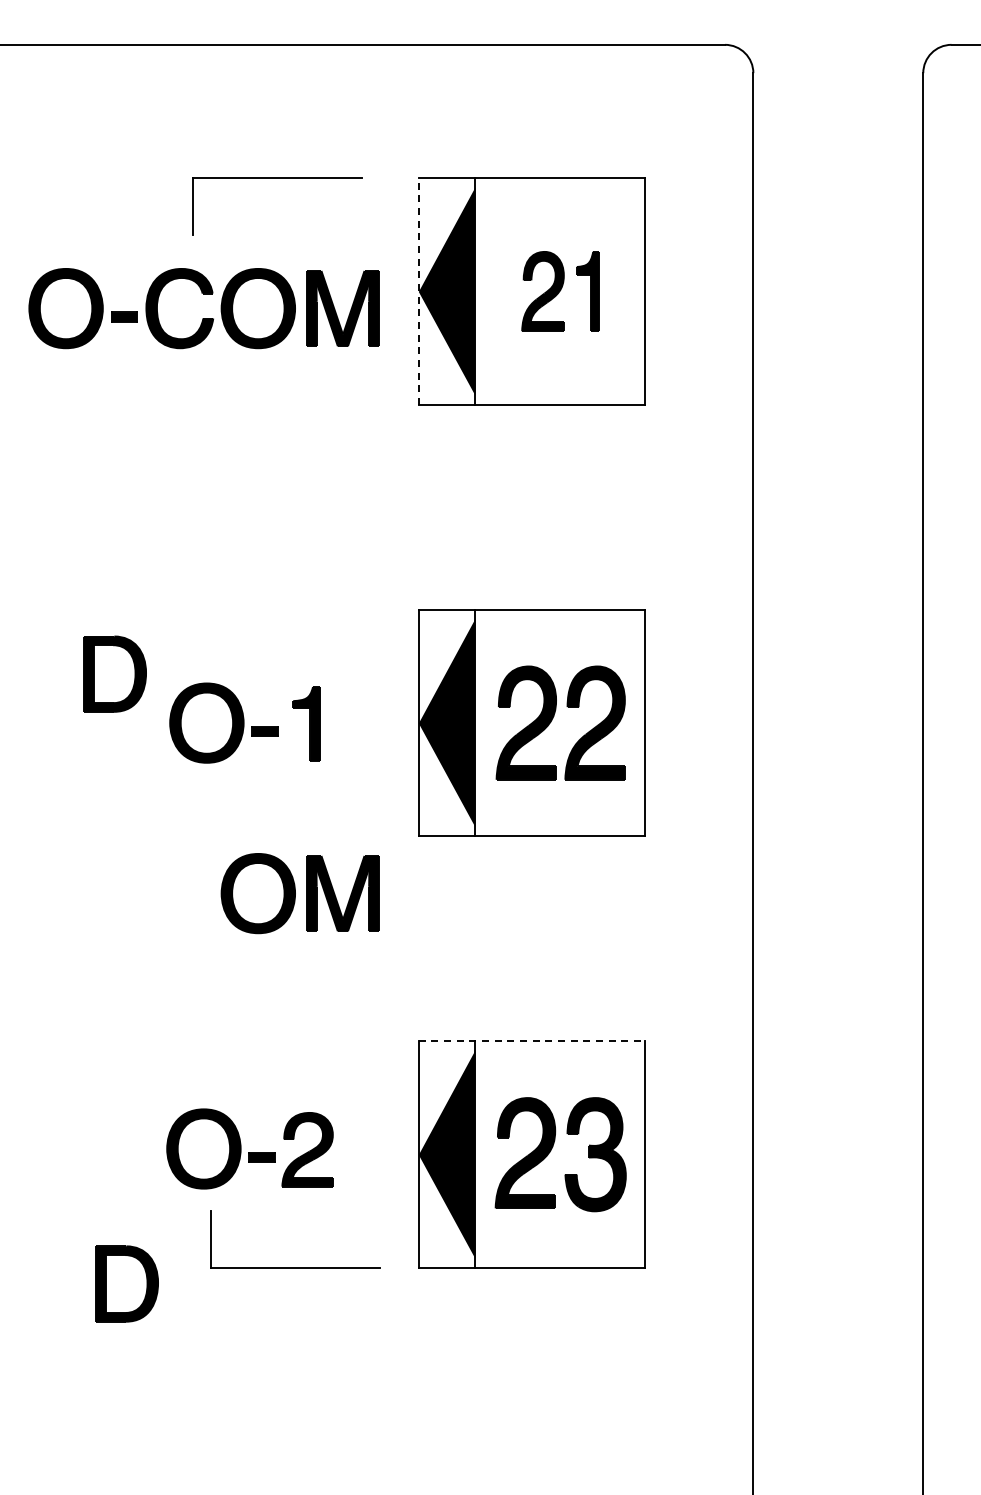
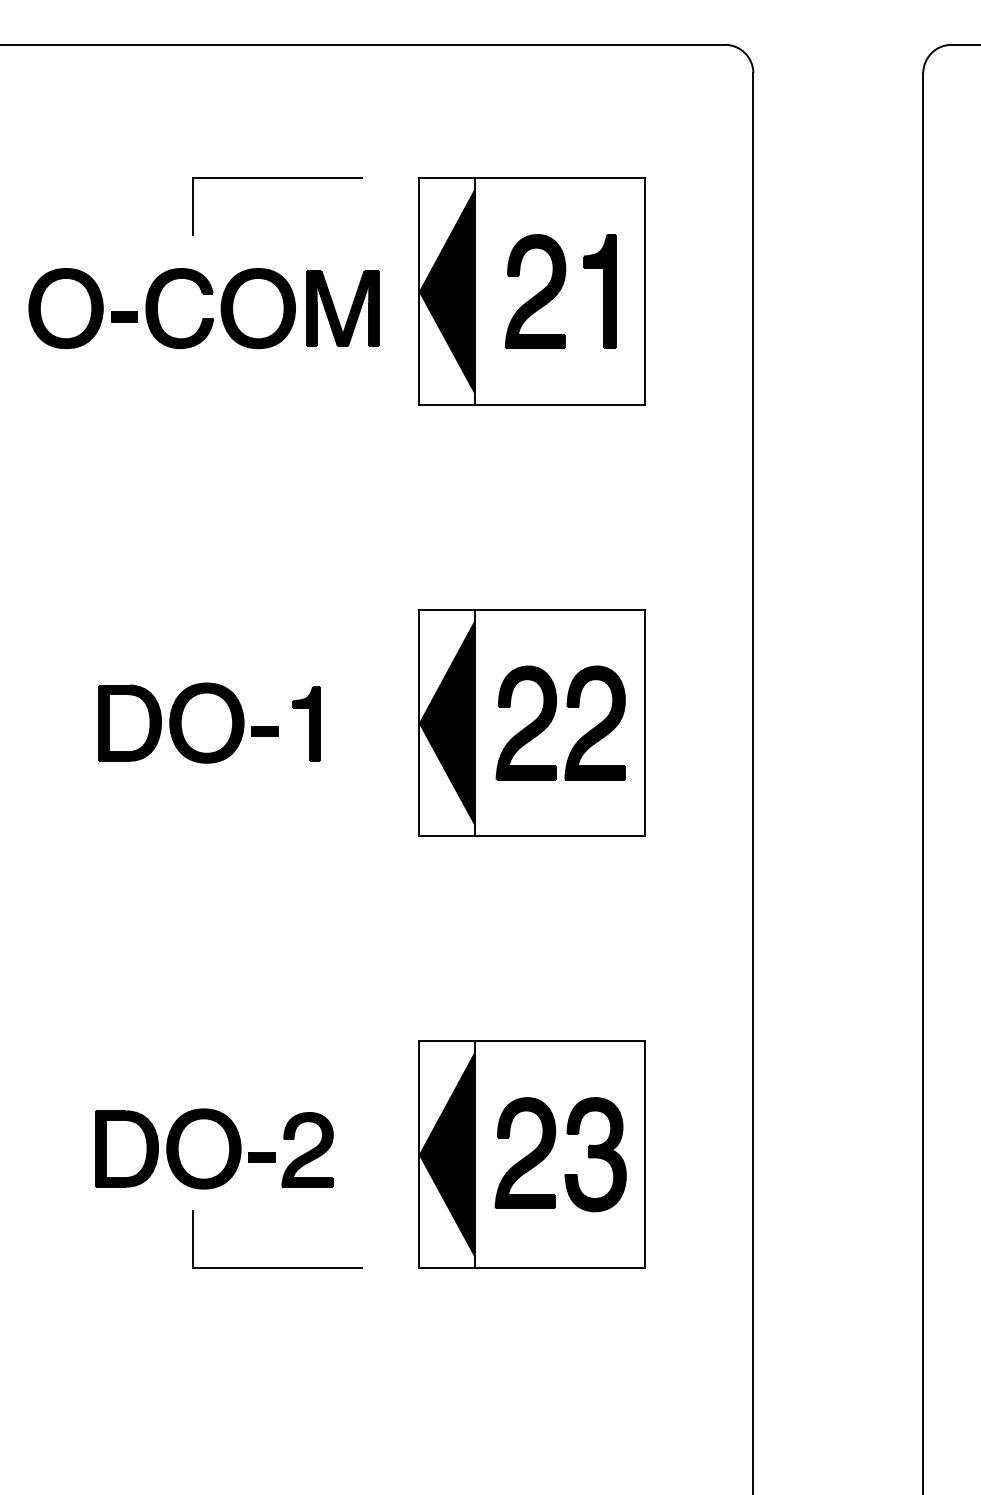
line at (418, 291): dashed -> solid
part at (560, 291) size: 79x81 px -> 113x115 px
part at (114, 673) position: (114, 673) -> (129, 722)
part at (299, 893): present -> none
line at (532, 1041): dashed -> solid
part at (295, 1267) position: (295, 1267) -> (277, 1267)
part at (126, 1283) position: (126, 1283) -> (126, 1148)
